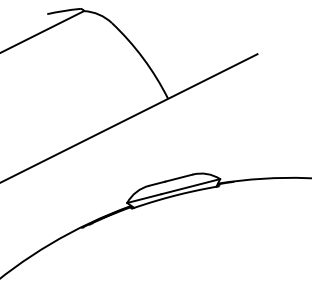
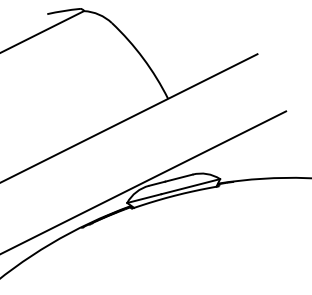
line at (144, 182): none -> present
